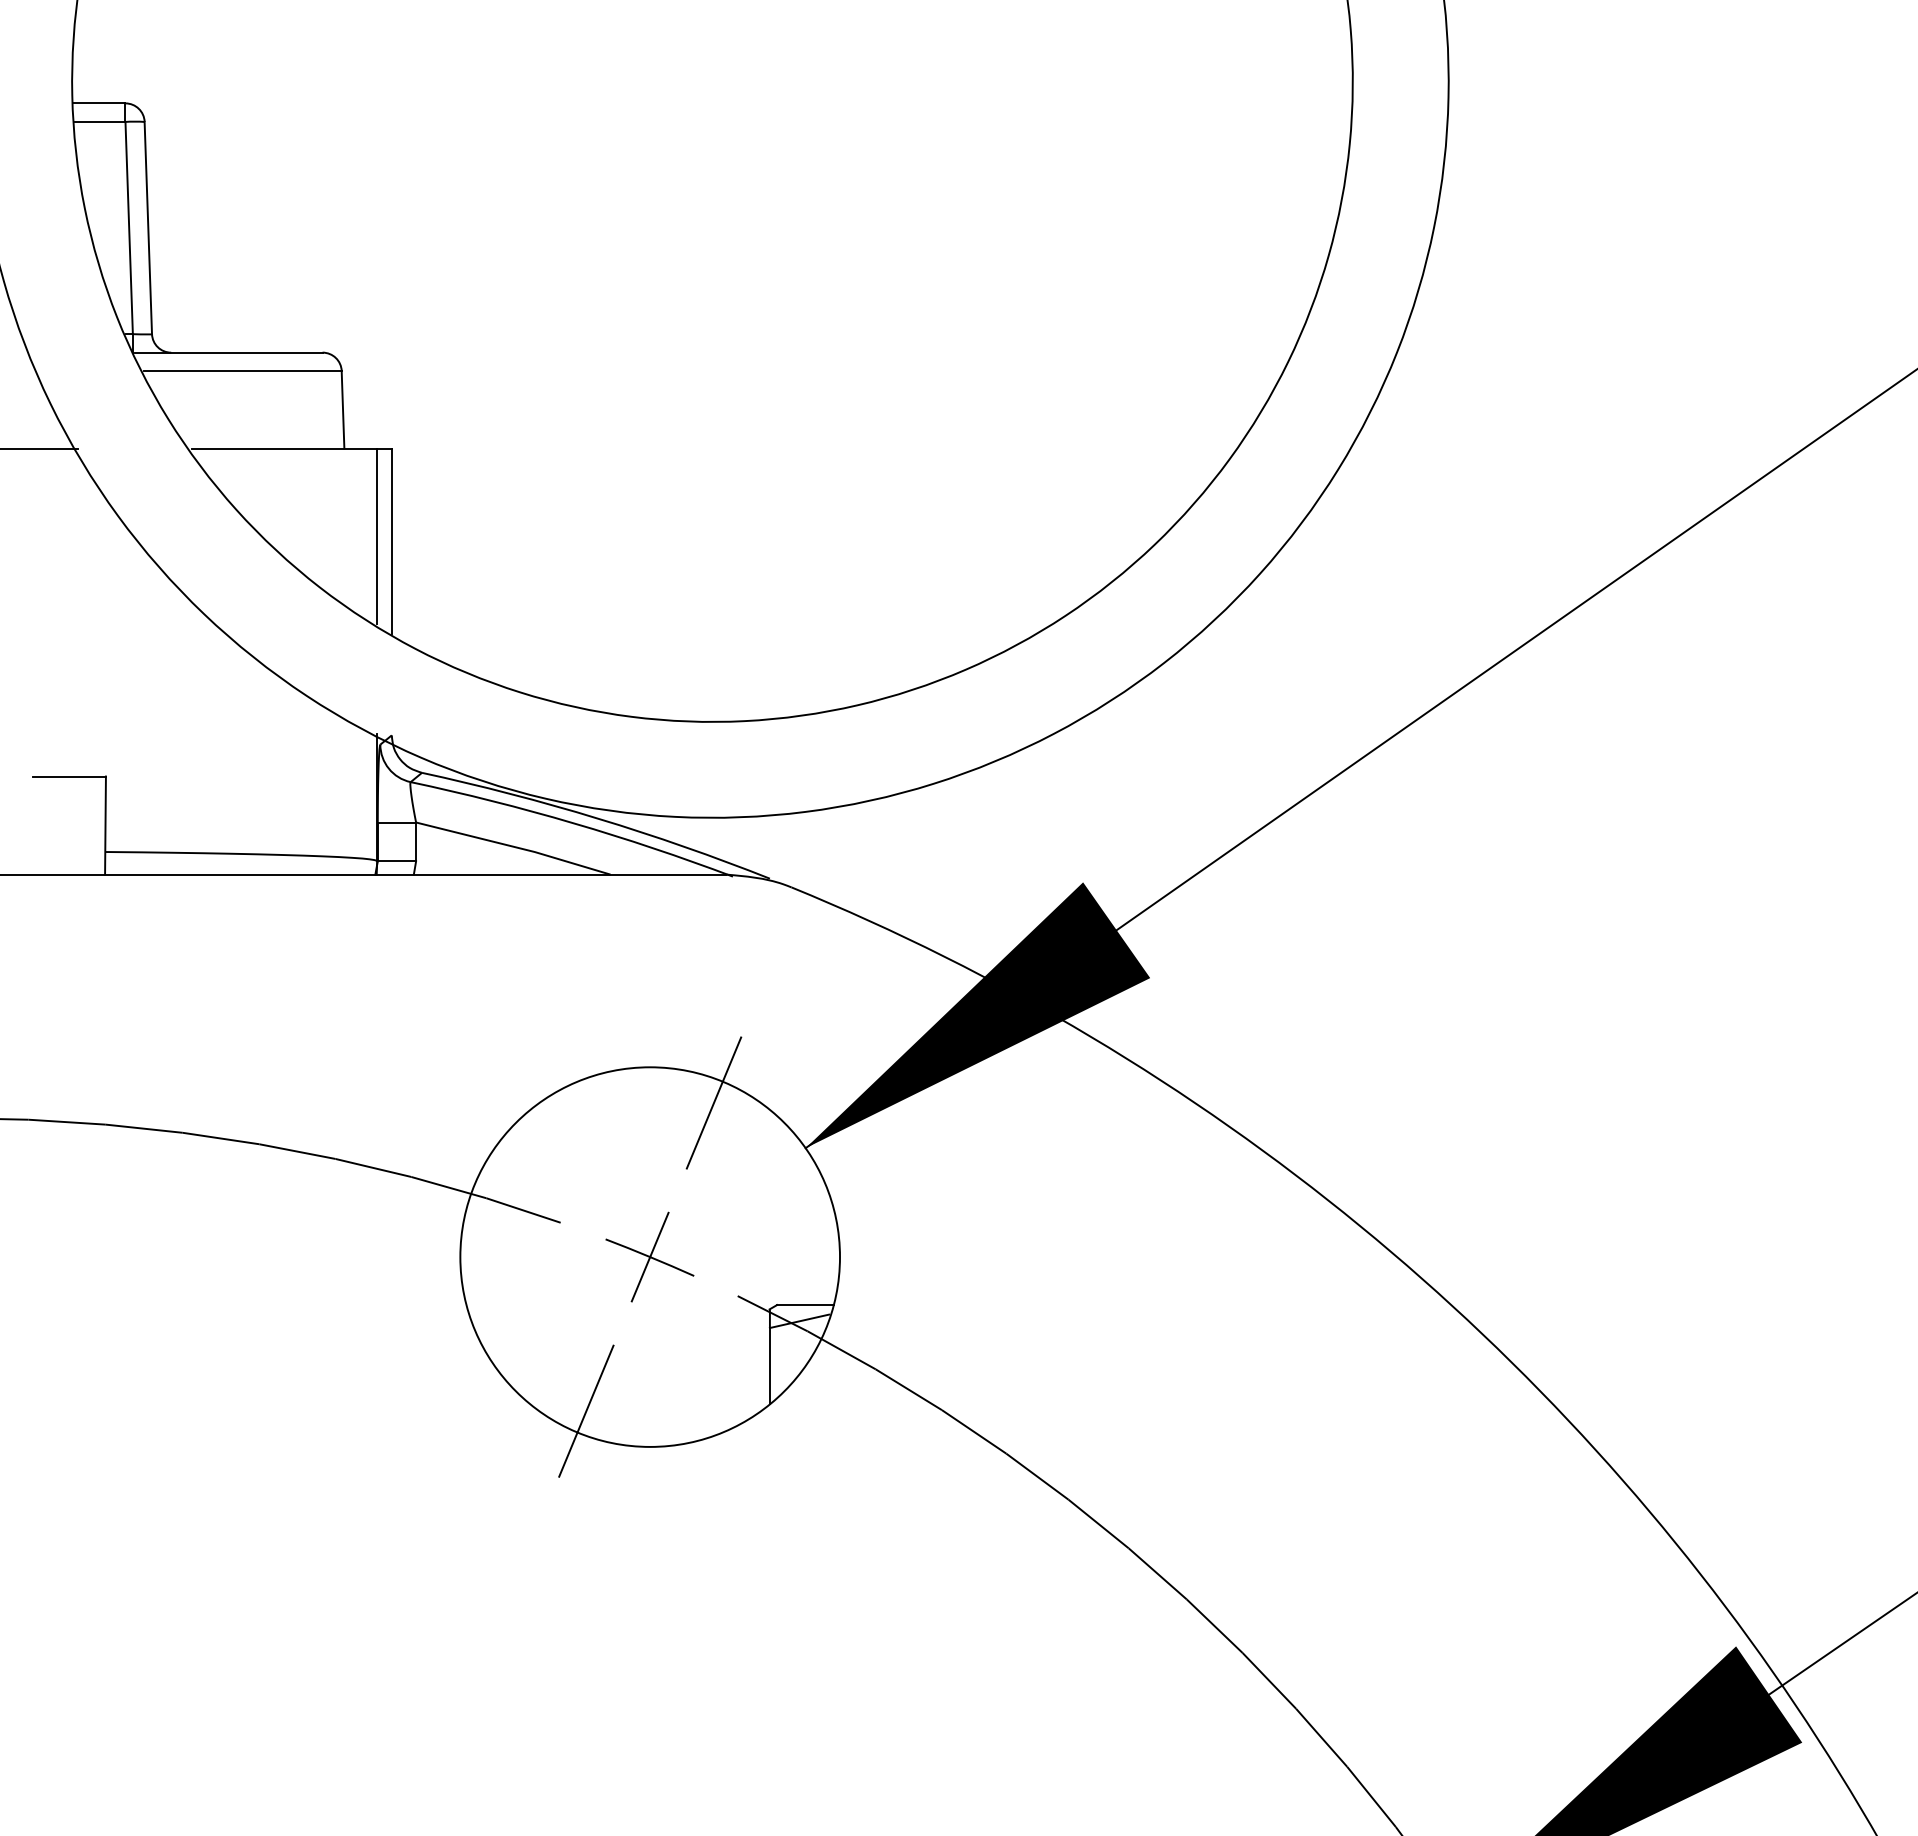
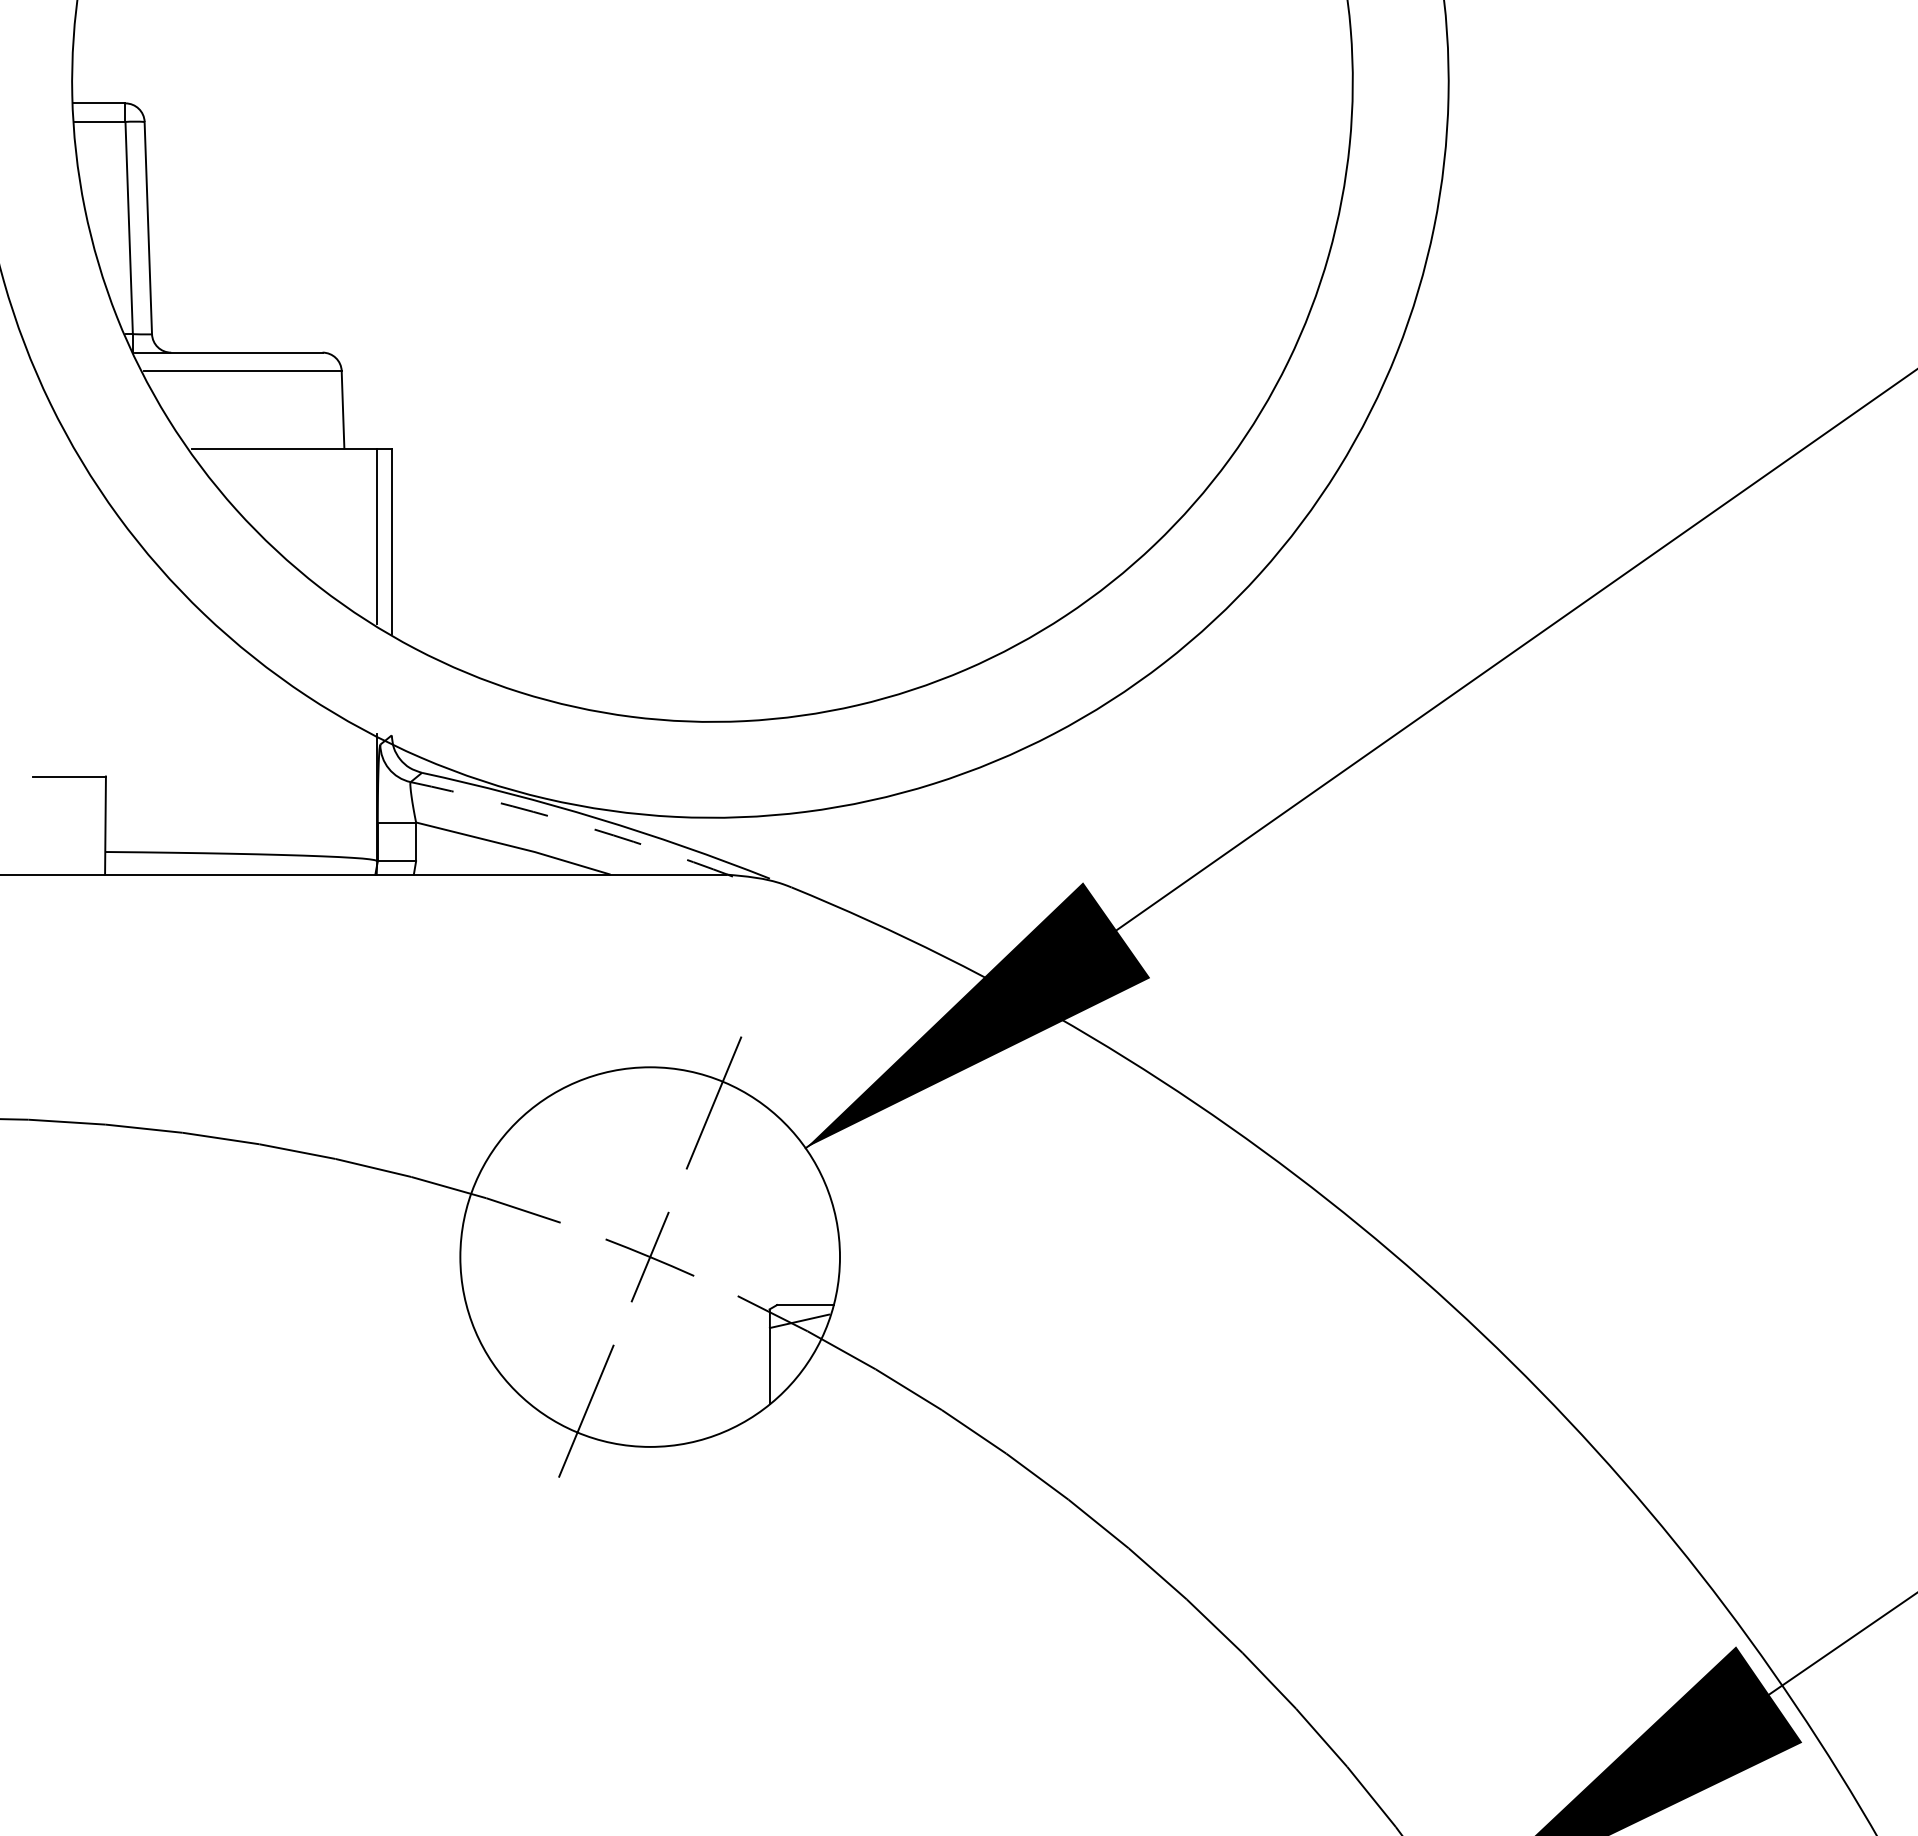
line at (40, 448): present -> none
arc at (573, 823): solid -> dashed
